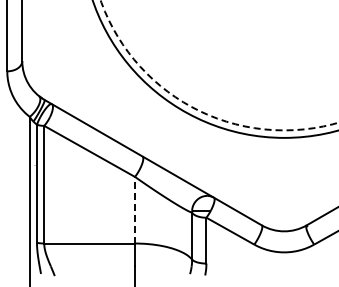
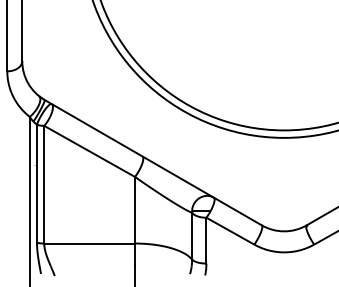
arc at (194, 108): dashed -> solid
line at (135, 209): dashed -> solid
